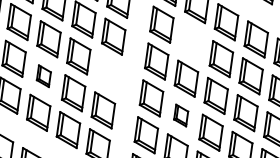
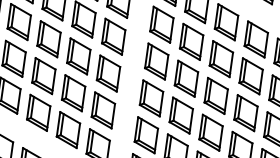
part at (191, 41): none -> present
part at (108, 73): none -> present
part at (43, 76) size: 17x25 px -> 26x39 px
part at (181, 115) size: 17x25 px -> 26x39 px
